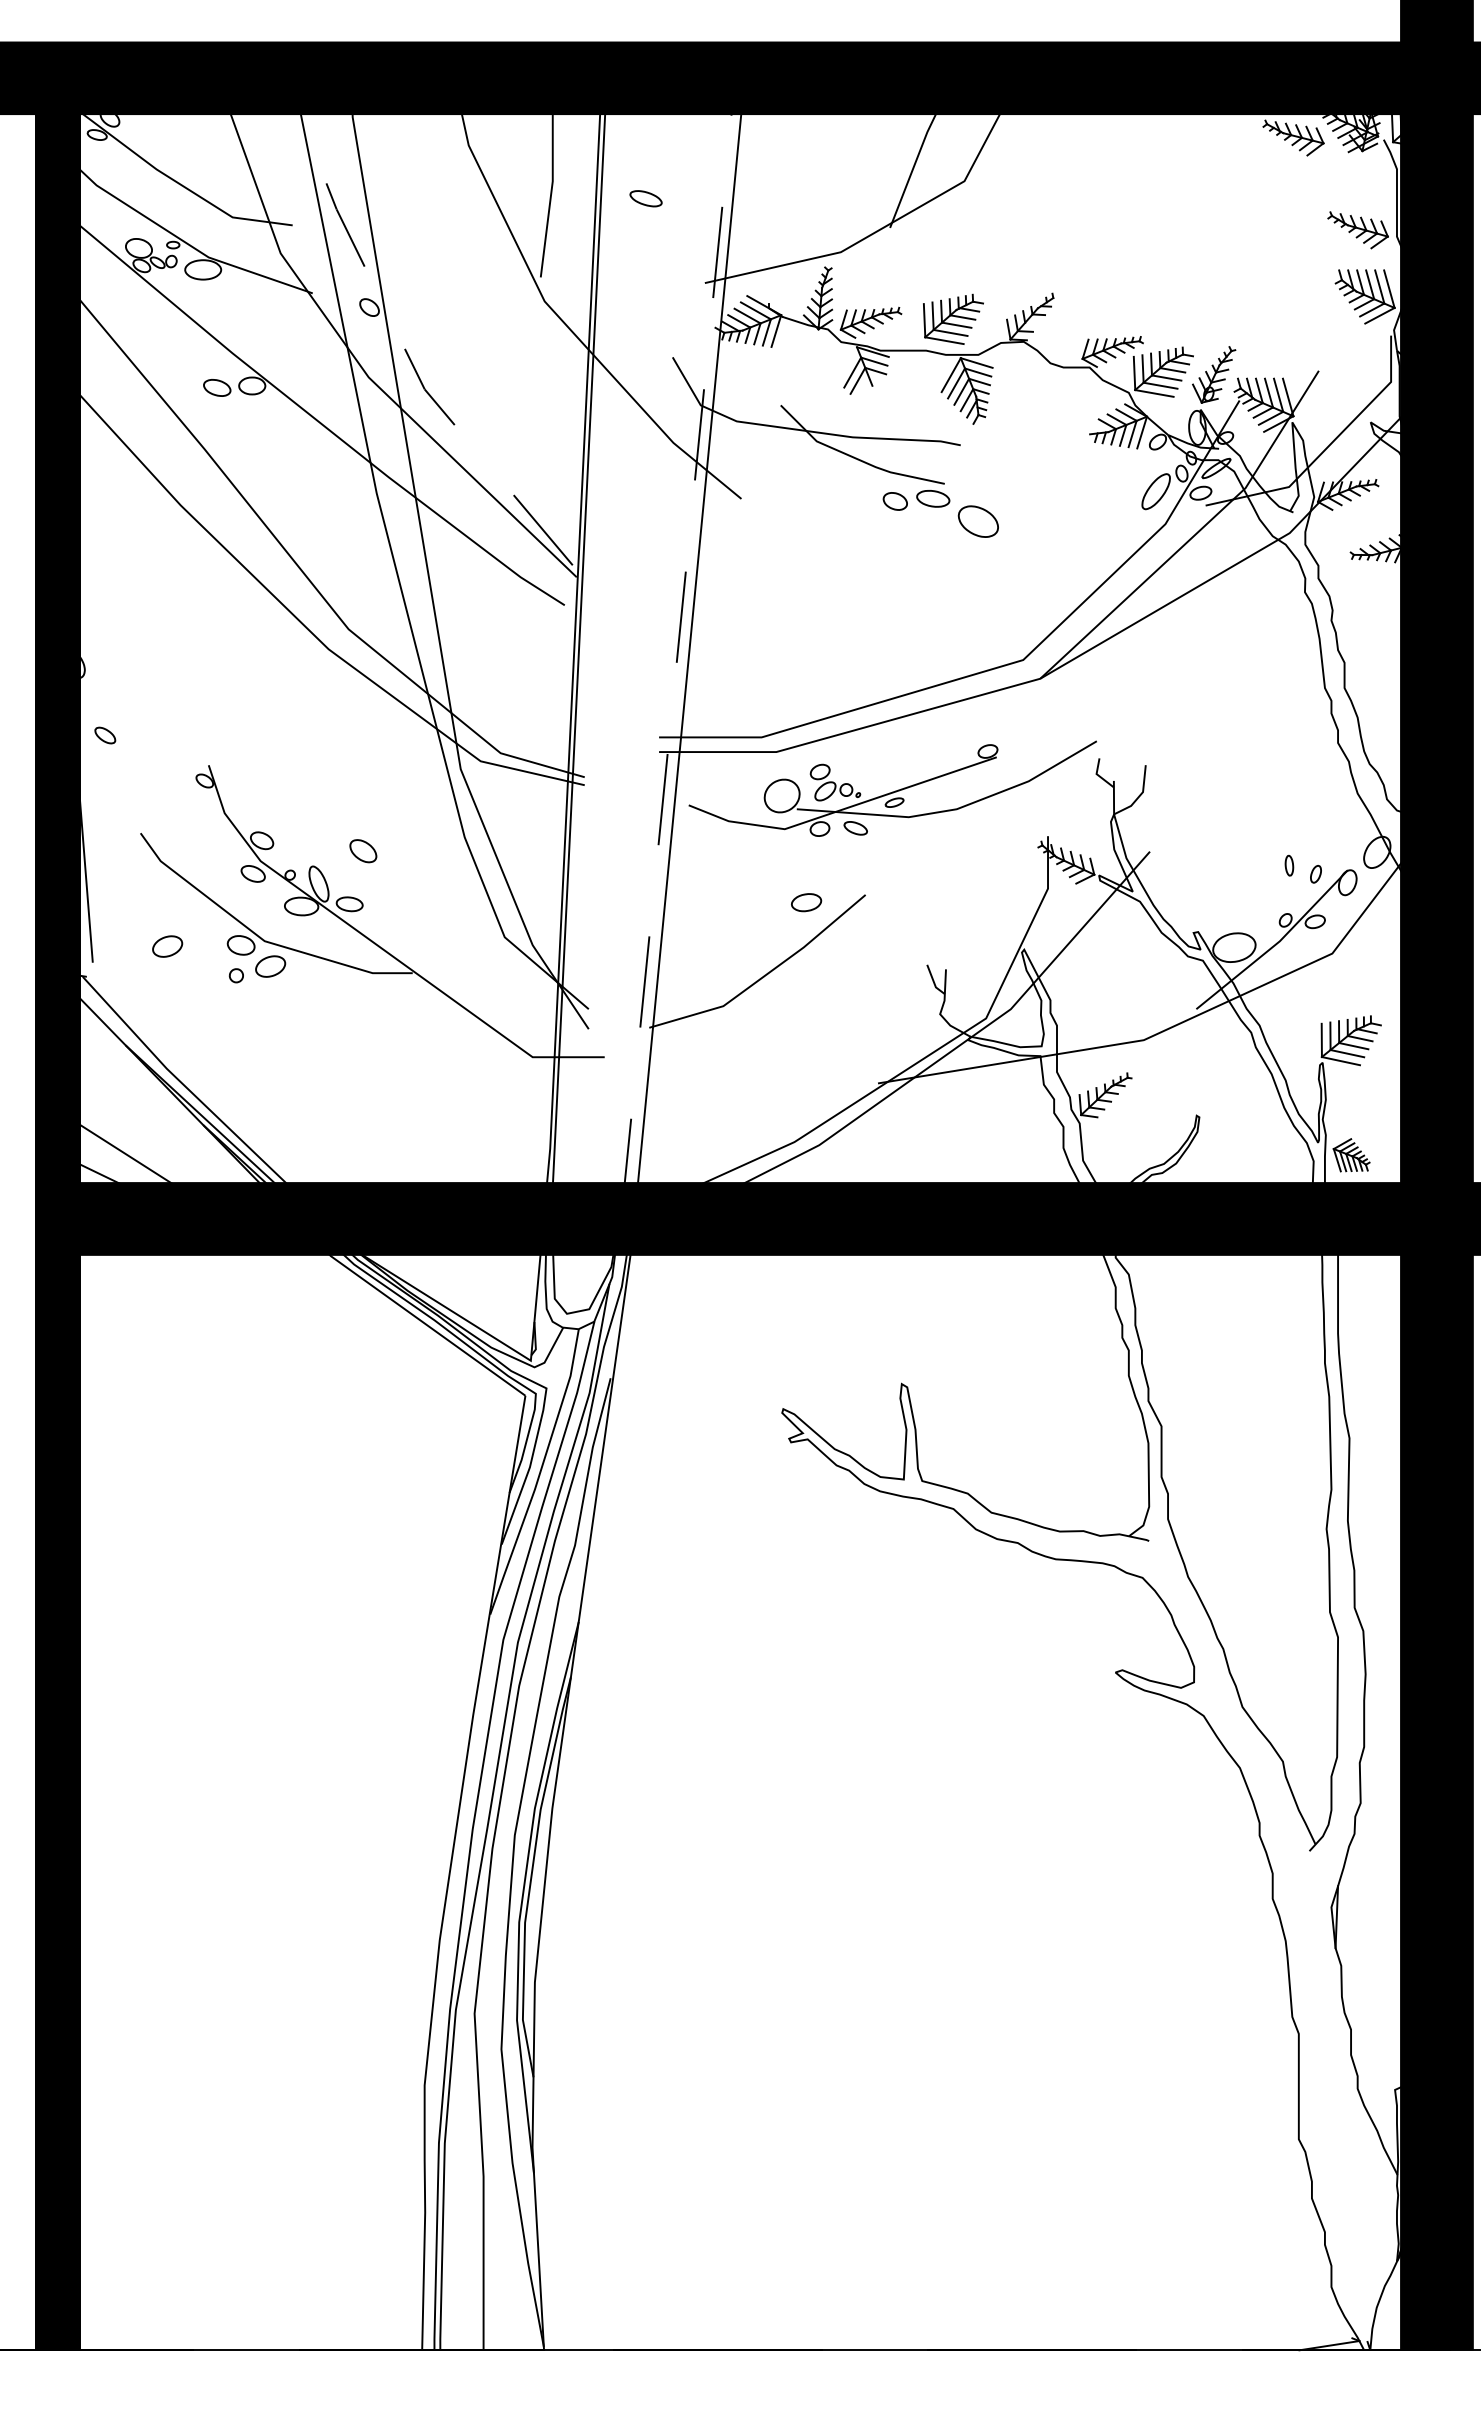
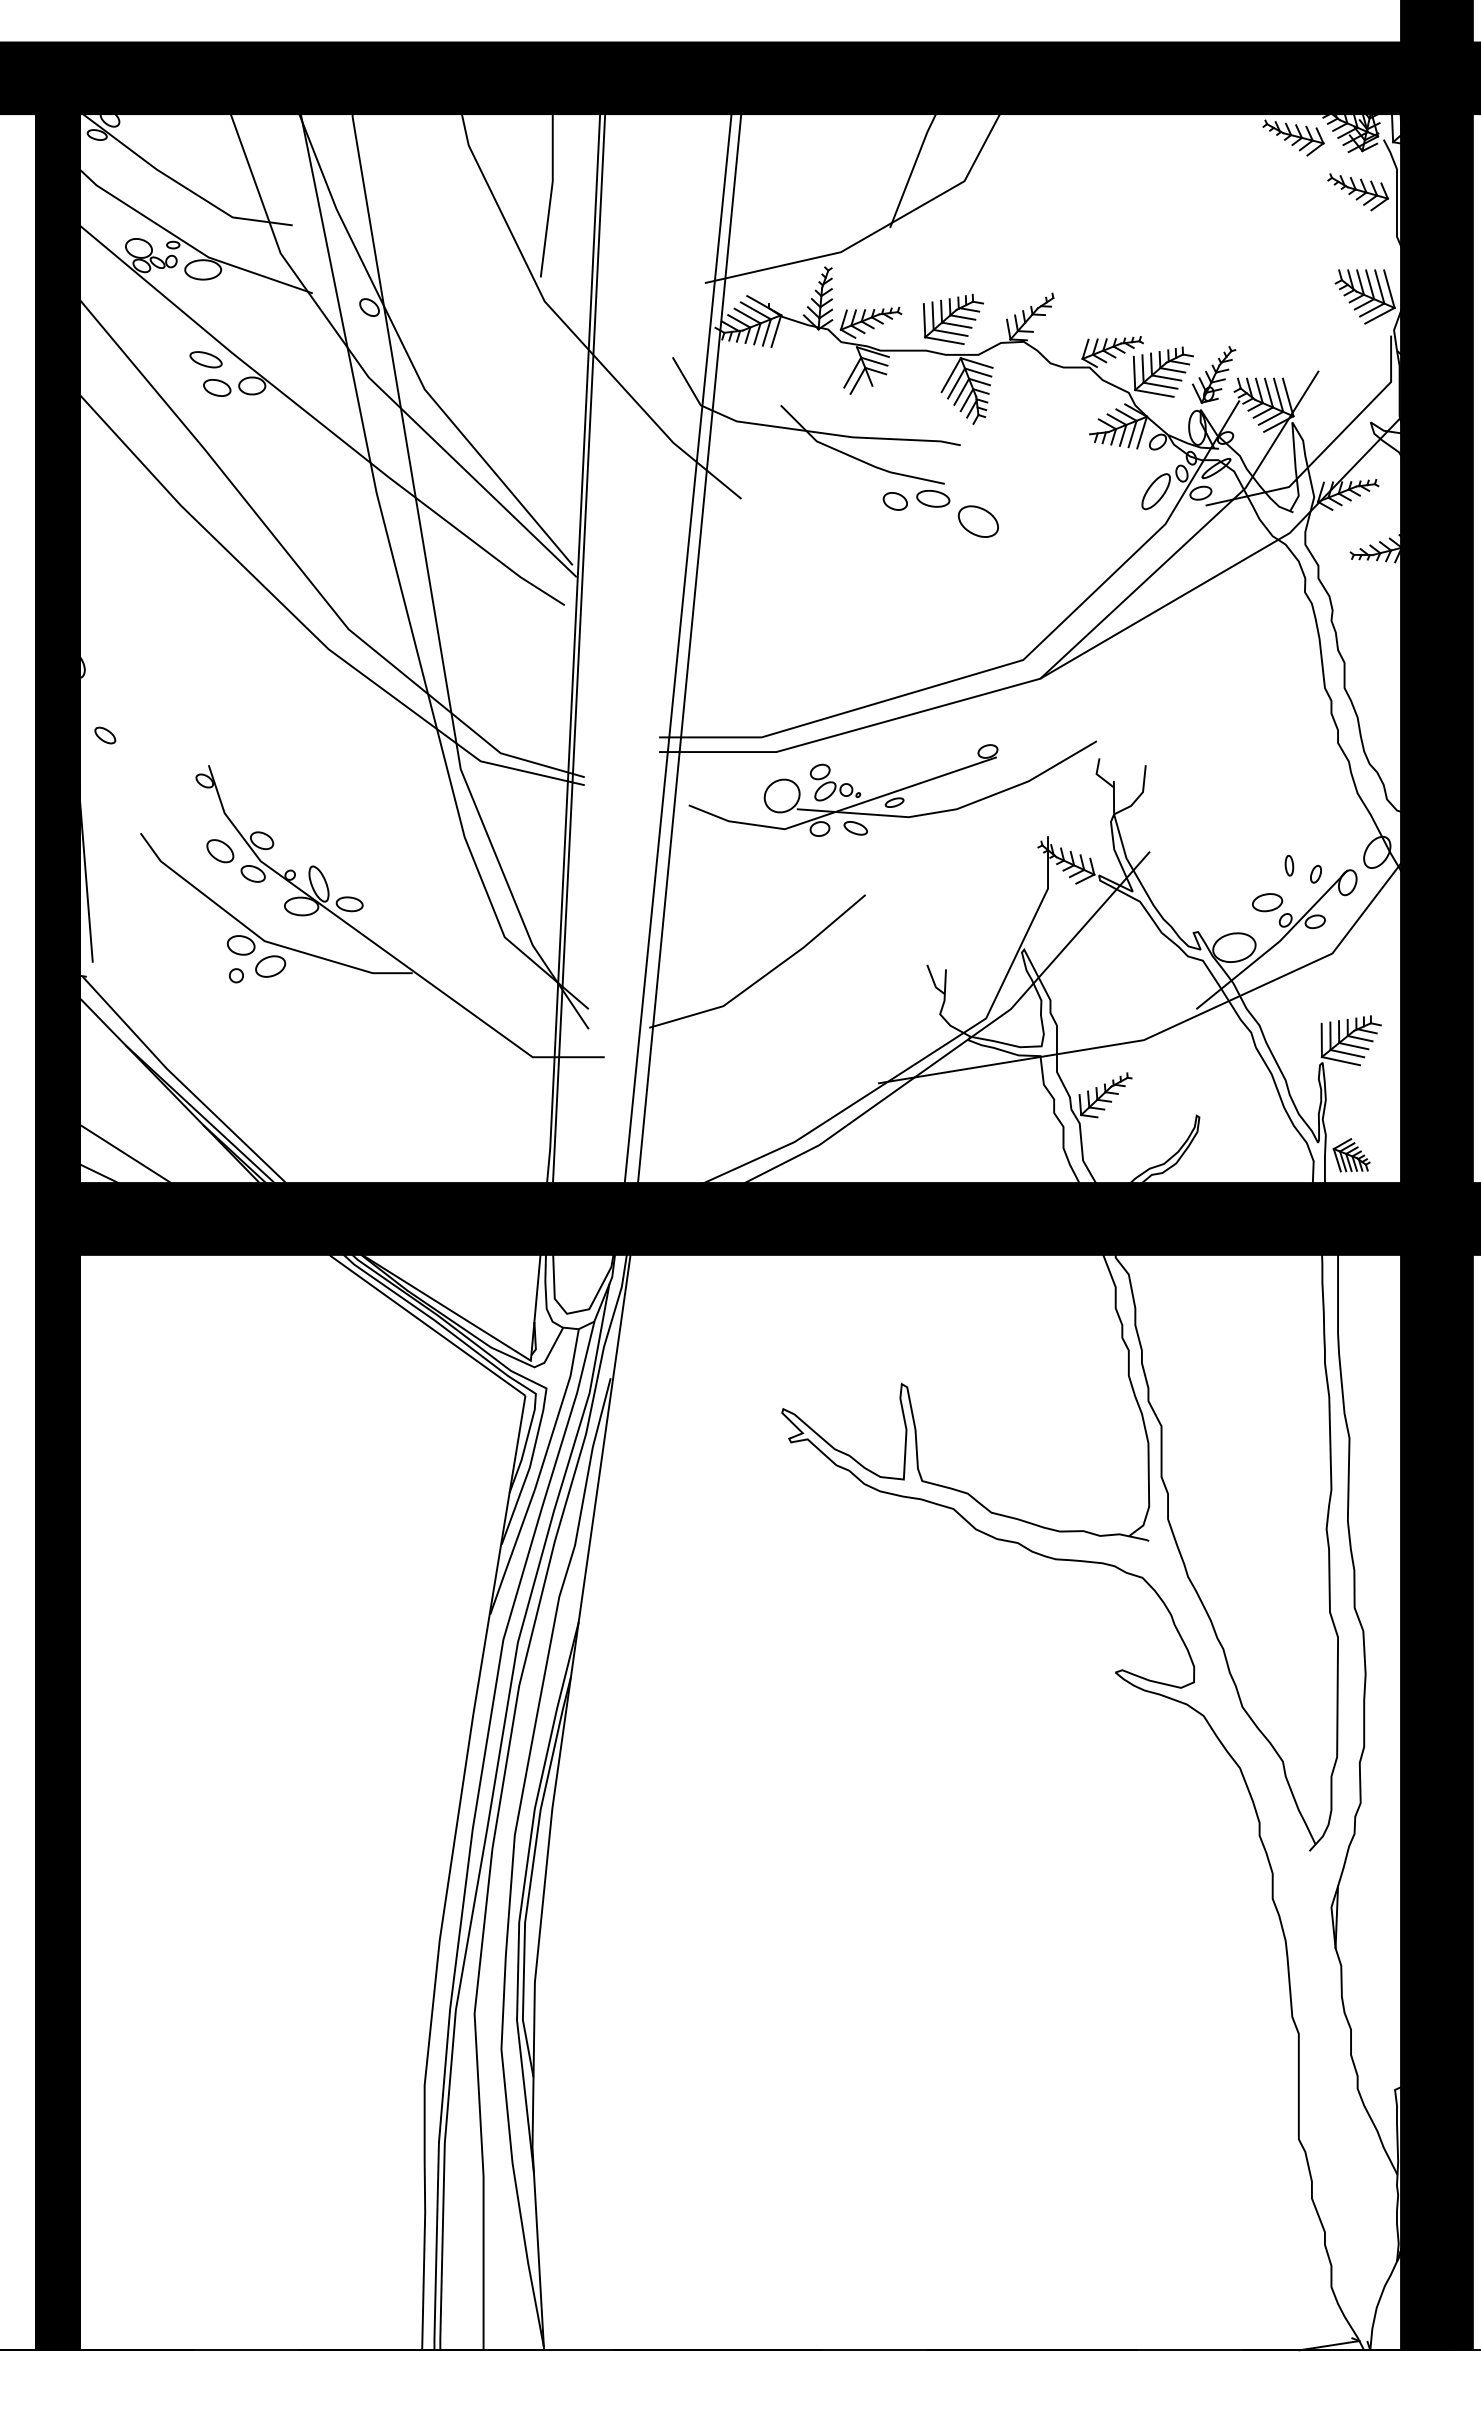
part at (645, 198) position: (645, 198) -> (205, 359)
part at (1357, 230) position: (1357, 230) -> (1357, 192)
line at (402, 343): dashed -> solid
line at (678, 649): dashed -> solid
part at (363, 851) position: (363, 851) -> (220, 851)
part at (806, 902) position: (806, 902) -> (1267, 902)
part at (167, 946): present -> none
